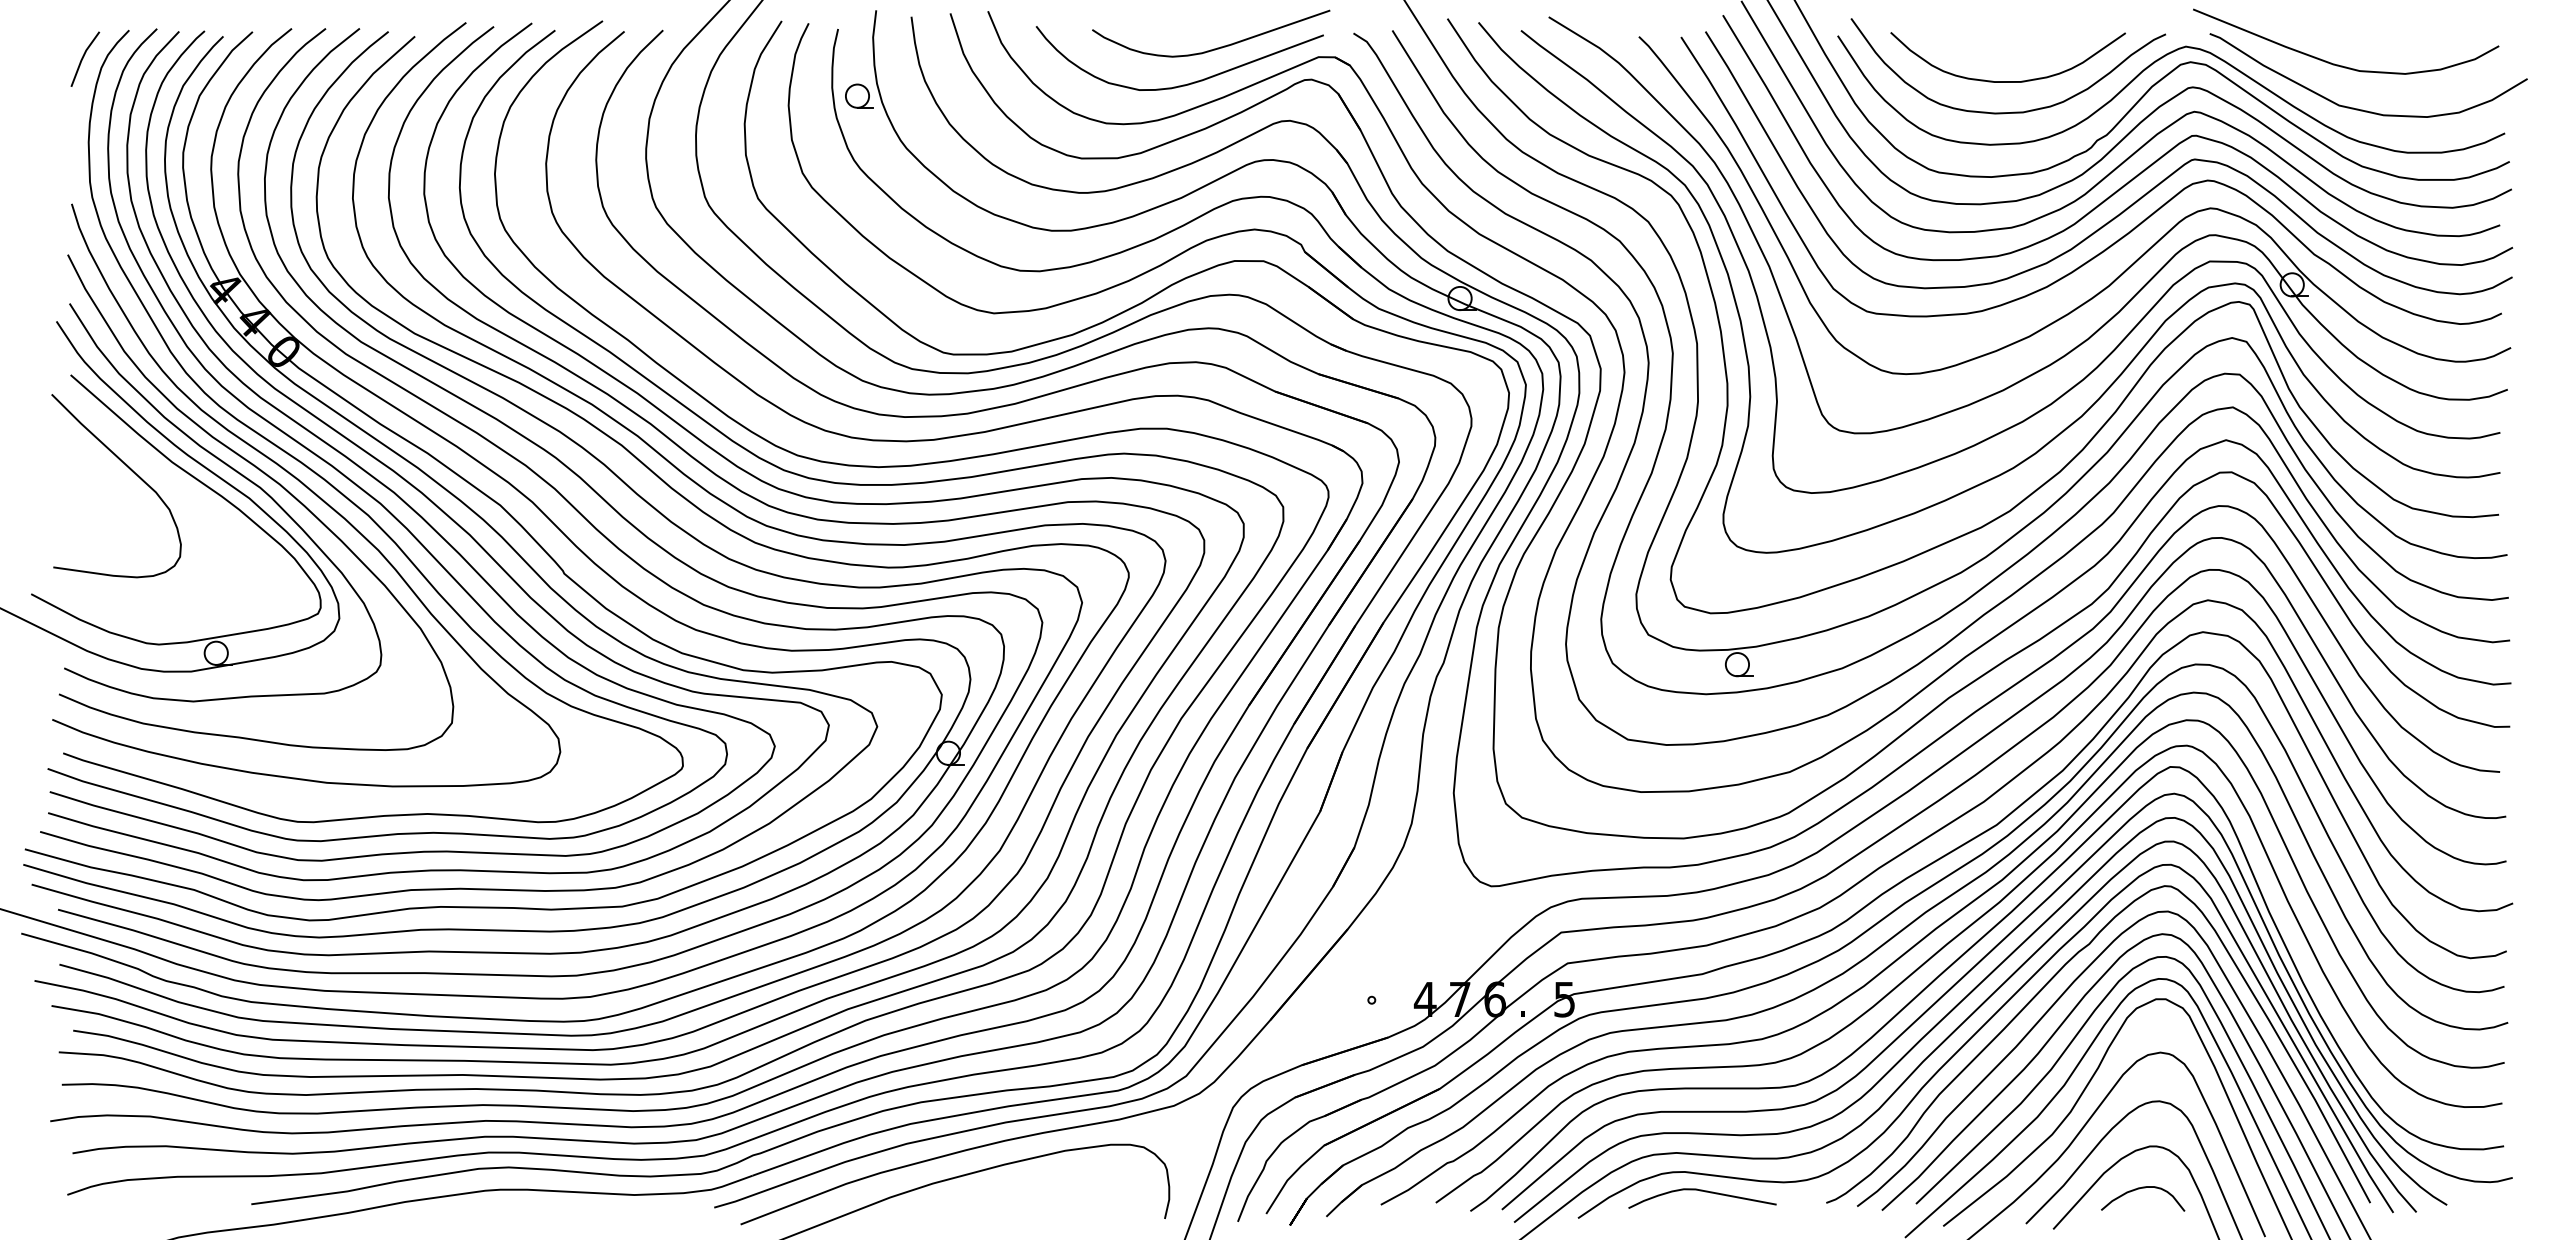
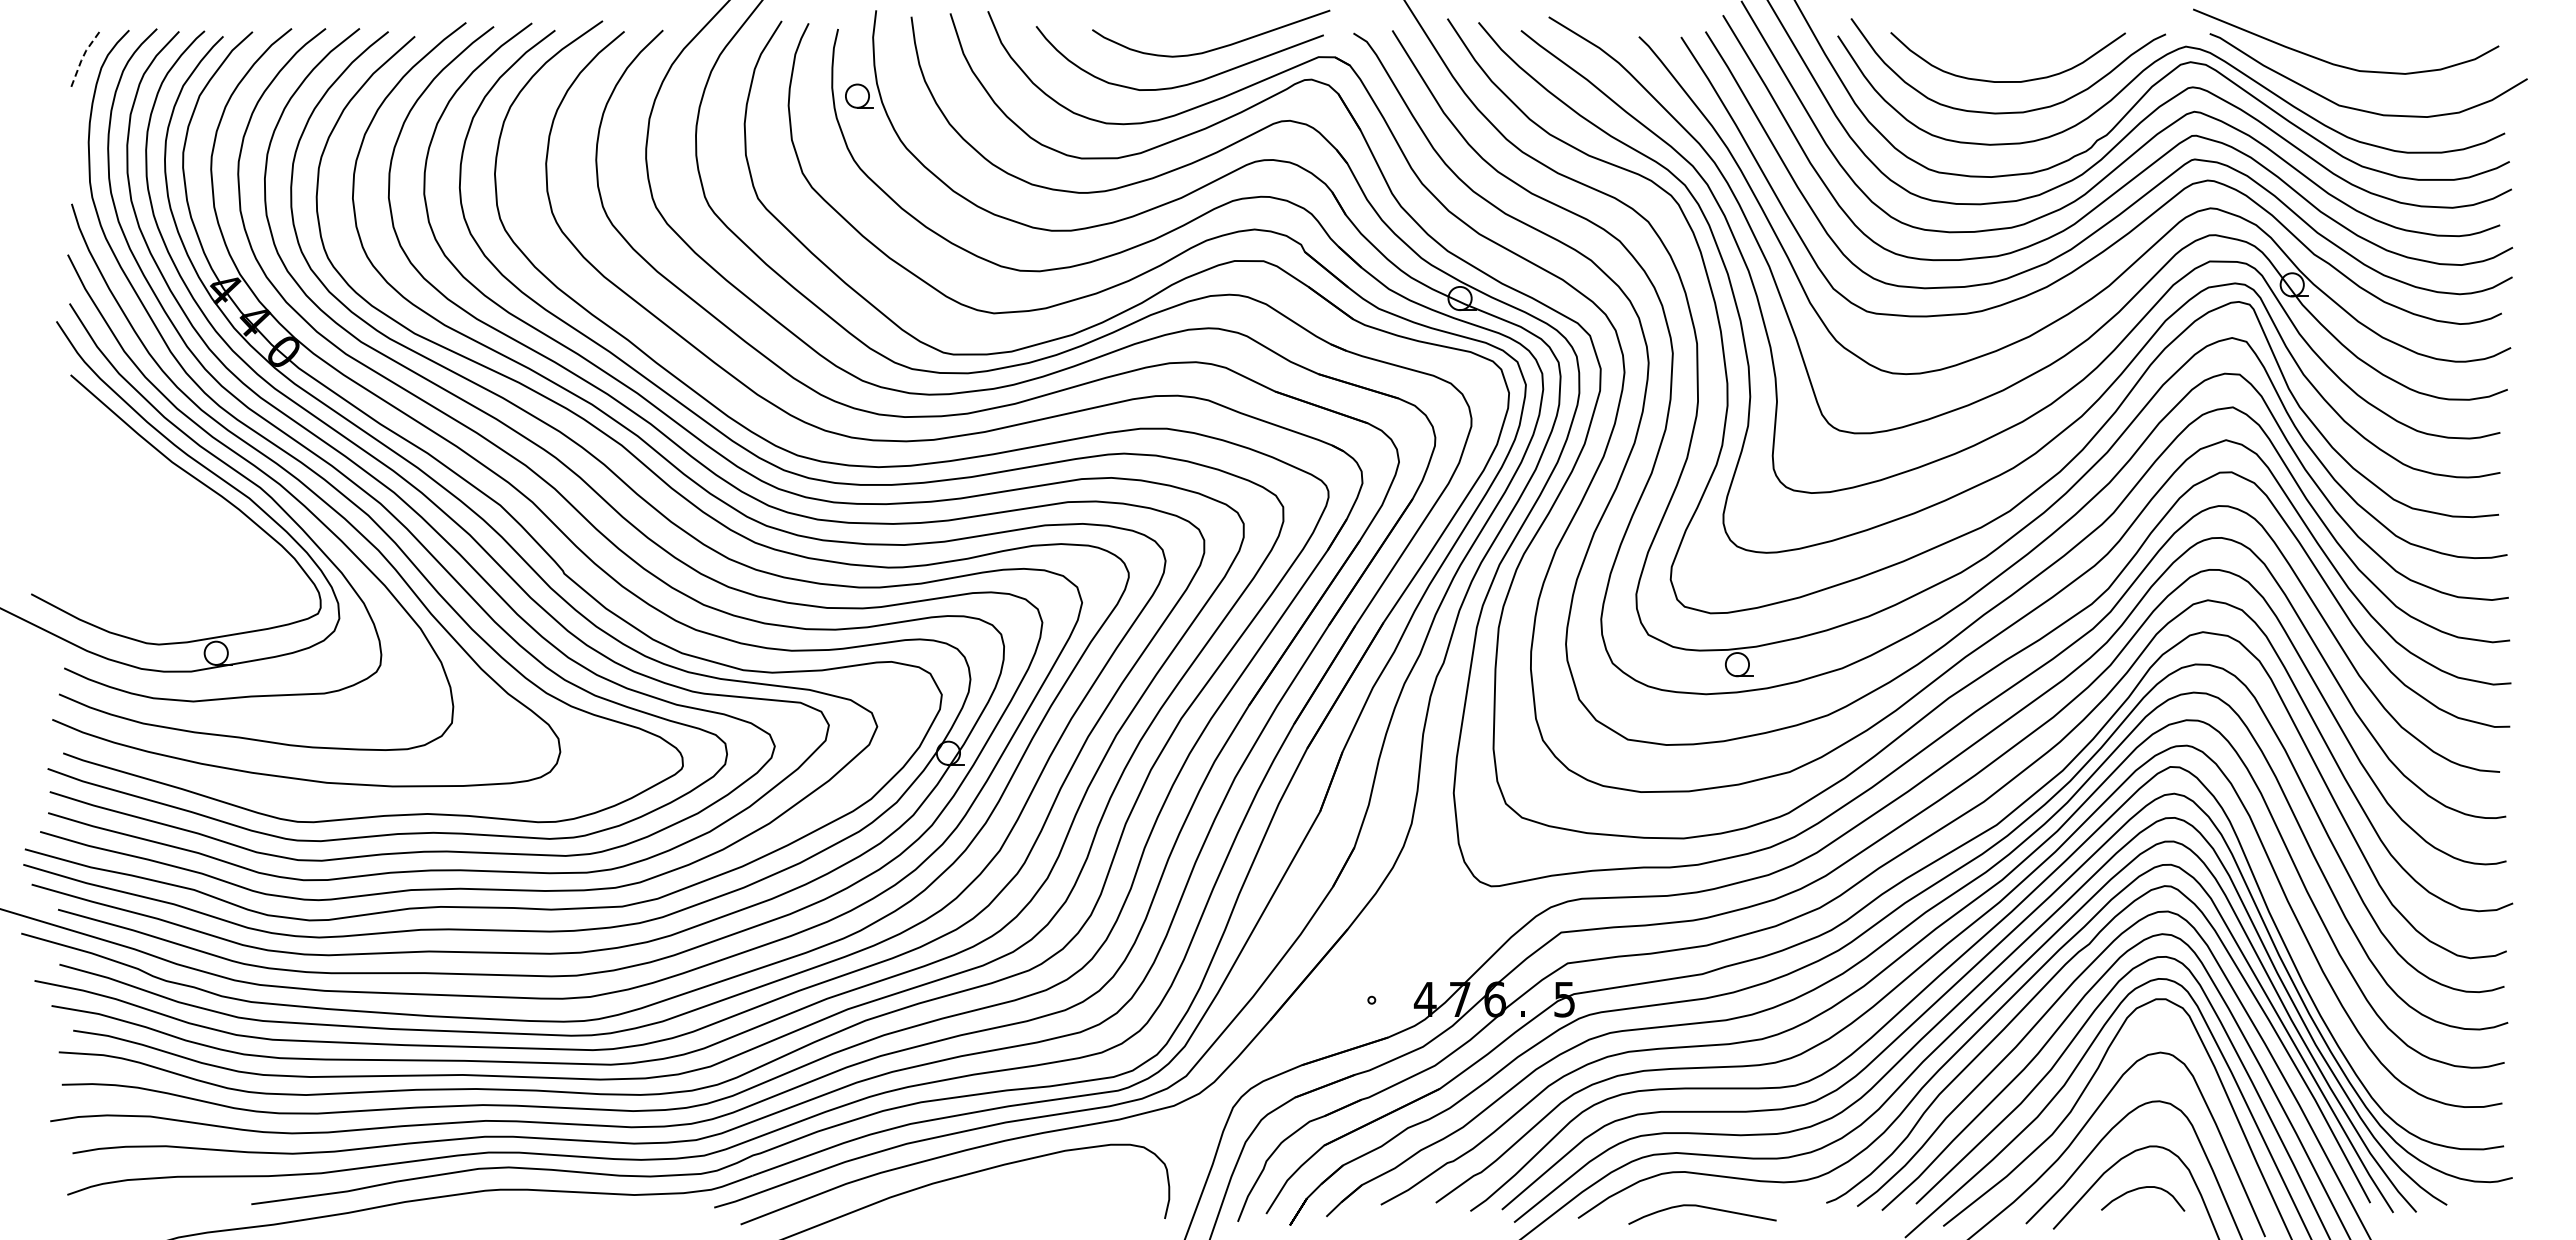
line at (82, 58): solid -> dashed
curve at (131, 471): present -> none
curve at (1705, 1192) position: (1705, 1192) -> (1705, 1208)
